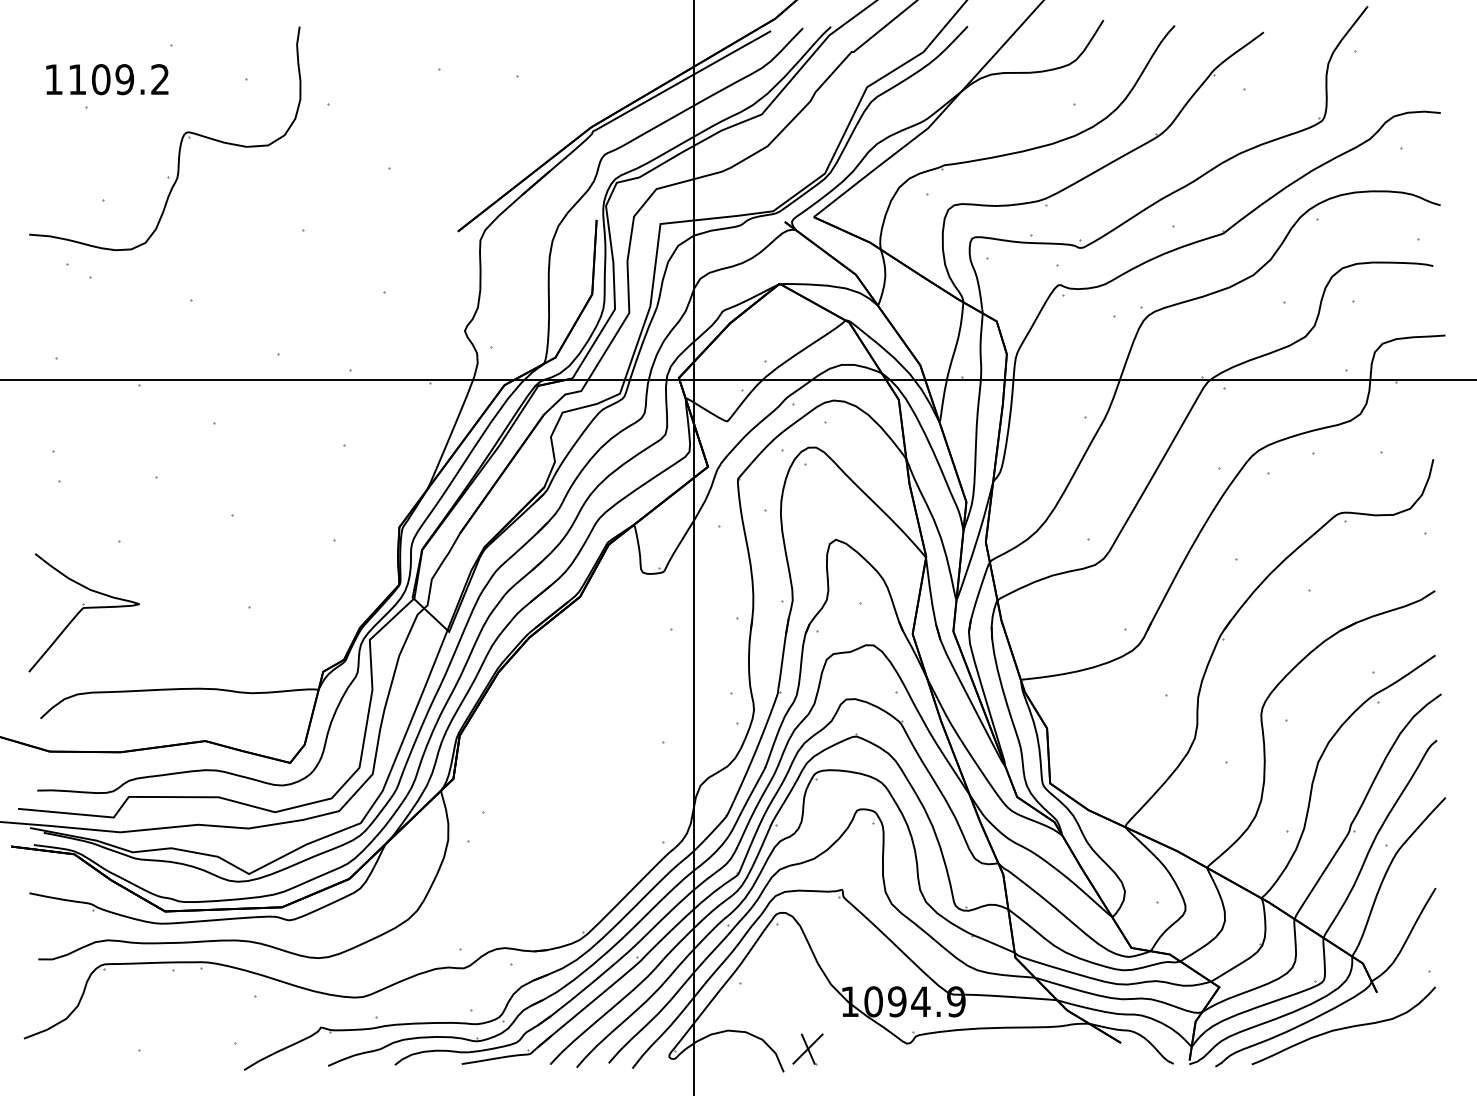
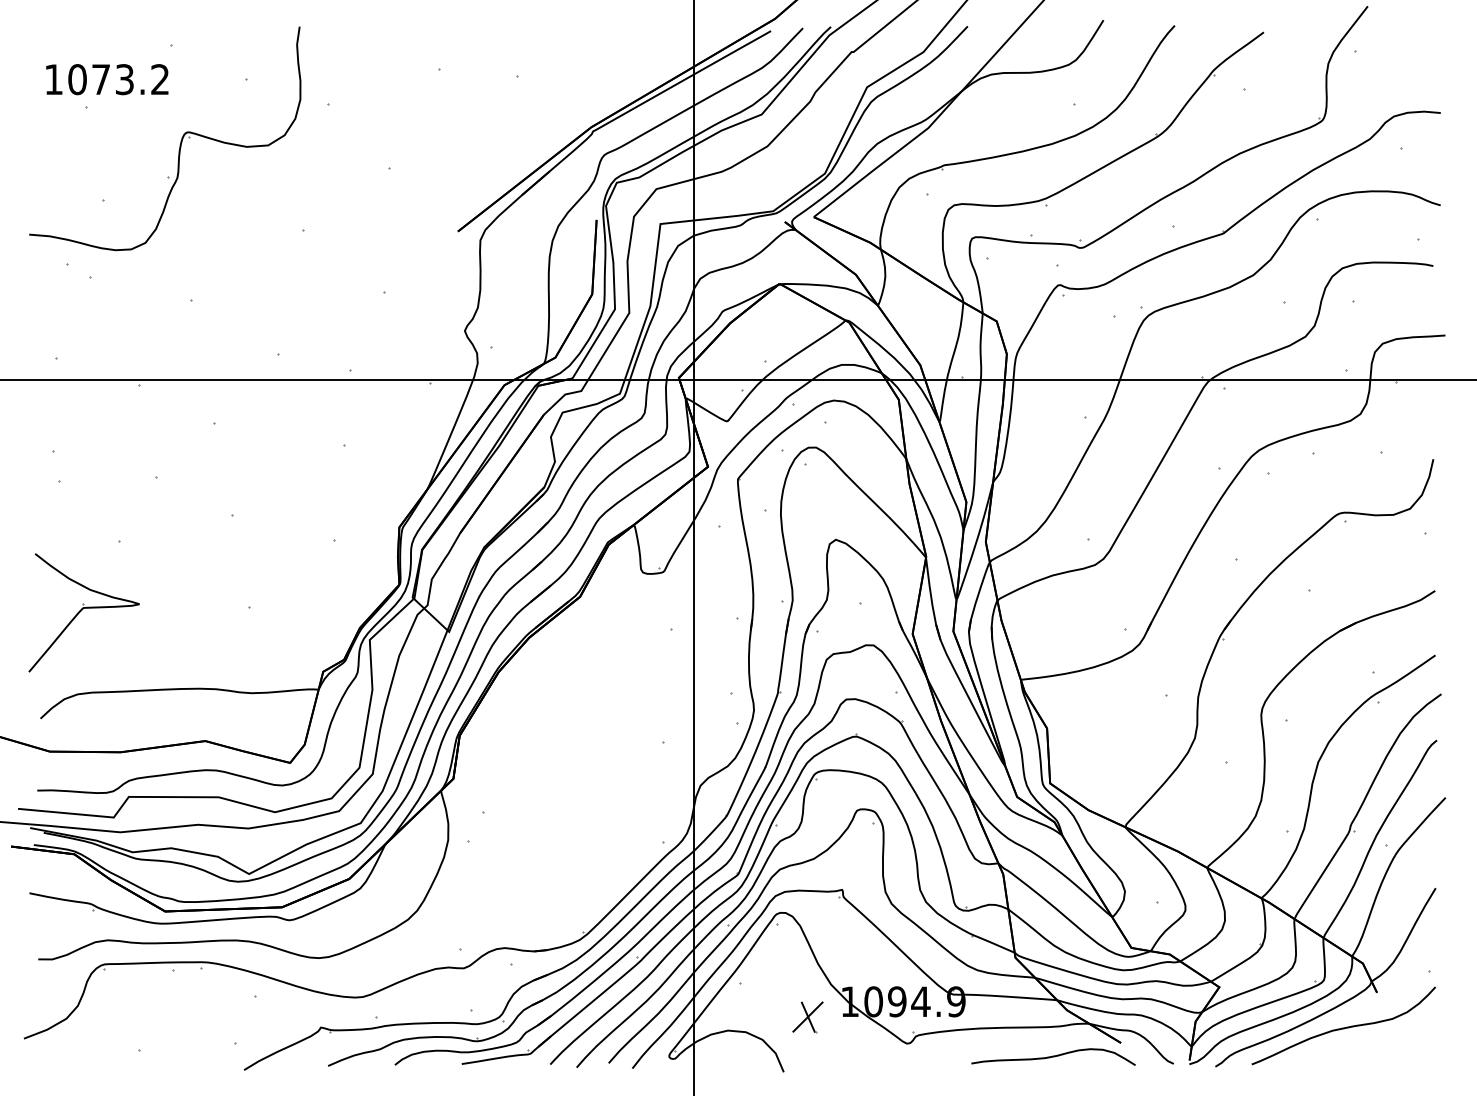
text at (101, 79): 1109.2 -> 1073.2
part at (807, 1049) position: (807, 1049) -> (807, 1017)
curve at (1053, 1056): none -> present
